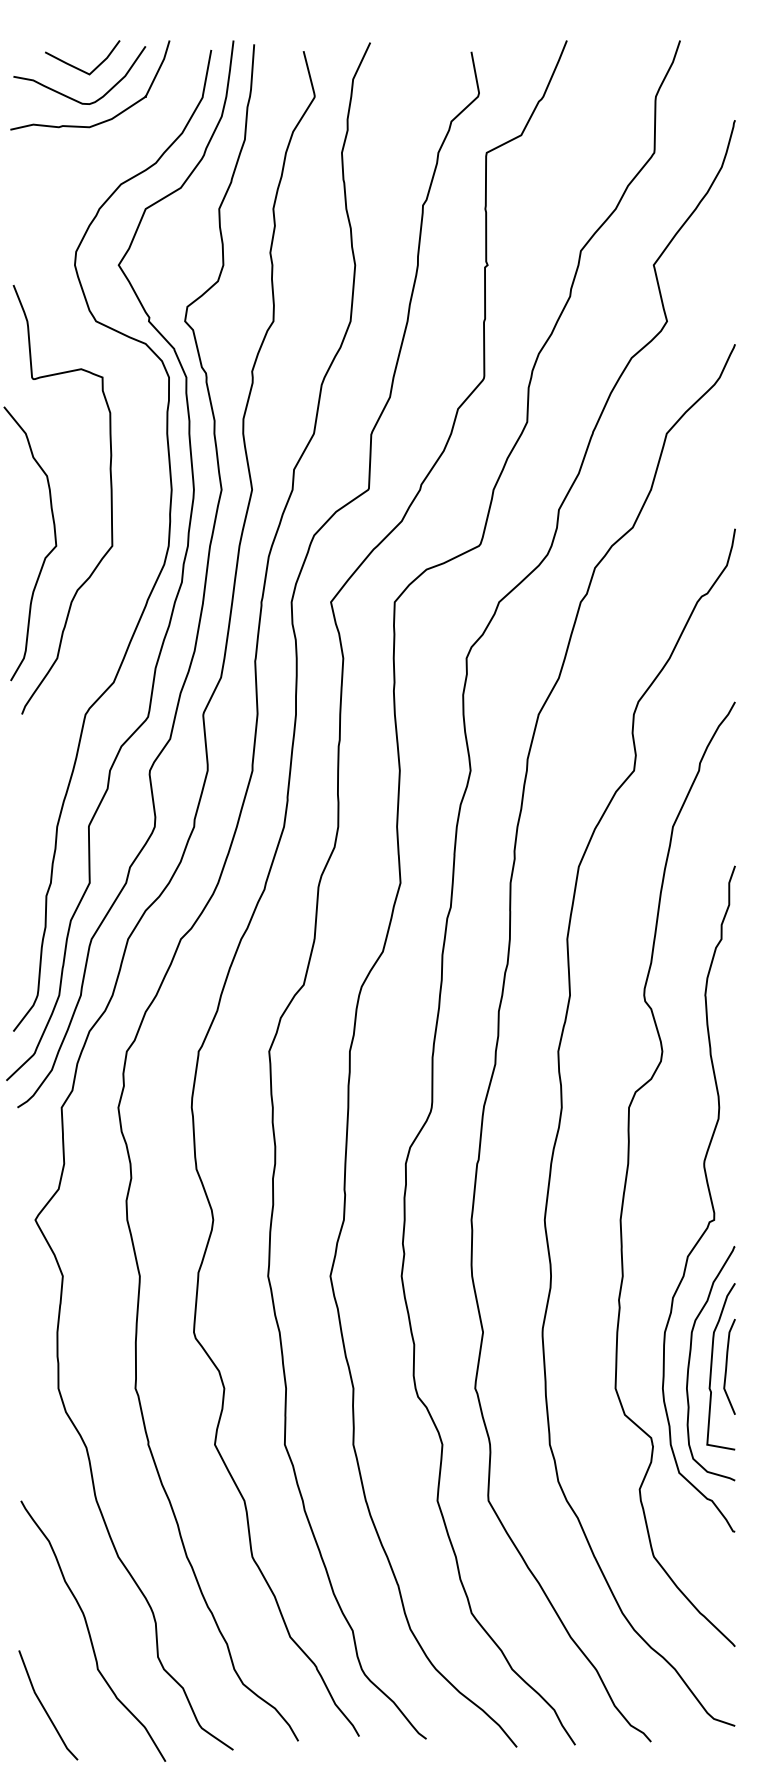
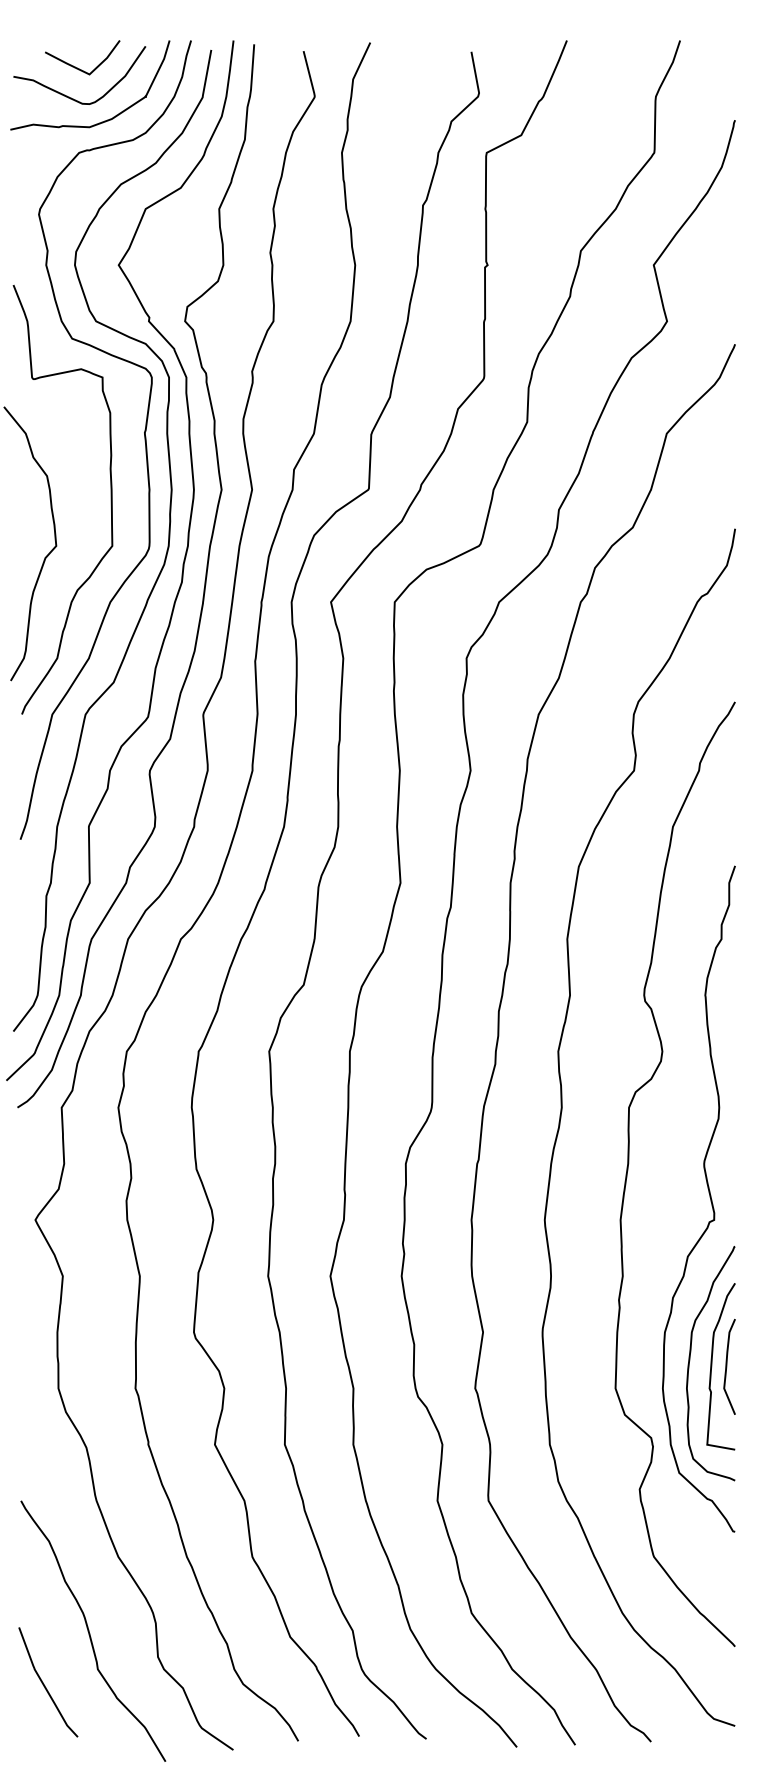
curve at (144, 439): none -> present
curve at (45, 1708) position: (45, 1708) -> (45, 1685)
